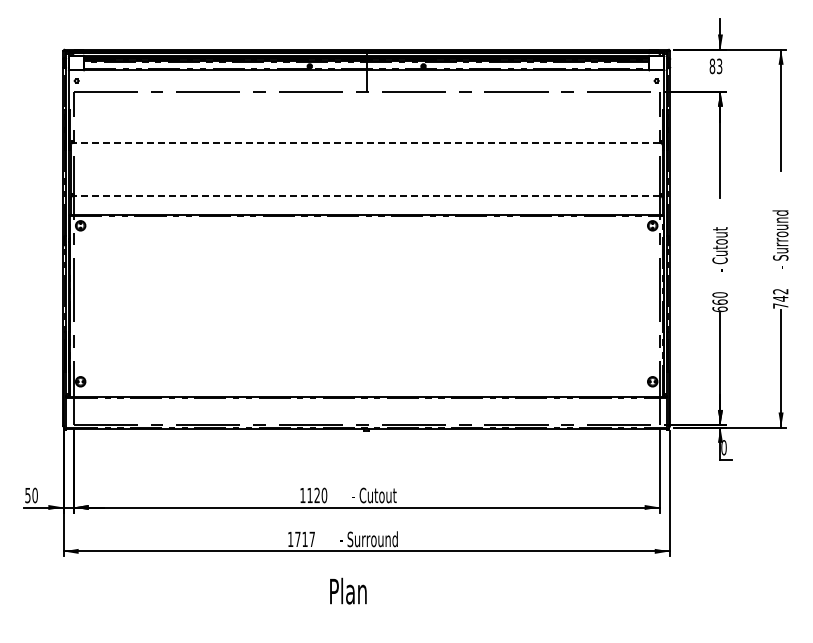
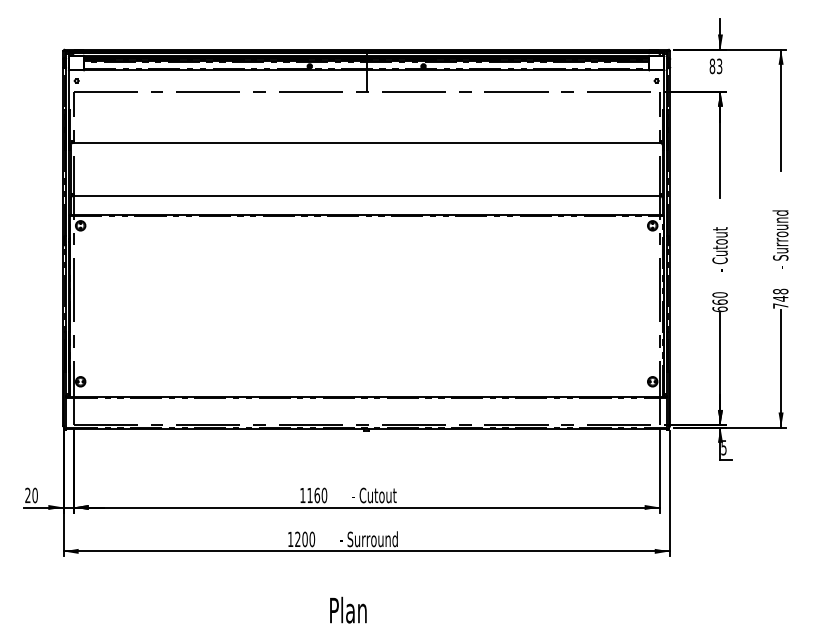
line at (366, 143): dashed -> solid
line at (366, 196): dashed -> solid
text at (780, 291): 742 -> 748
text at (723, 447): 0 -> 5
text at (27, 495): 50 -> 20
text at (317, 495): 1120 -> 1160
text at (305, 539): 1717 -> 1200
text at (348, 590) position: (348, 590) -> (348, 609)
